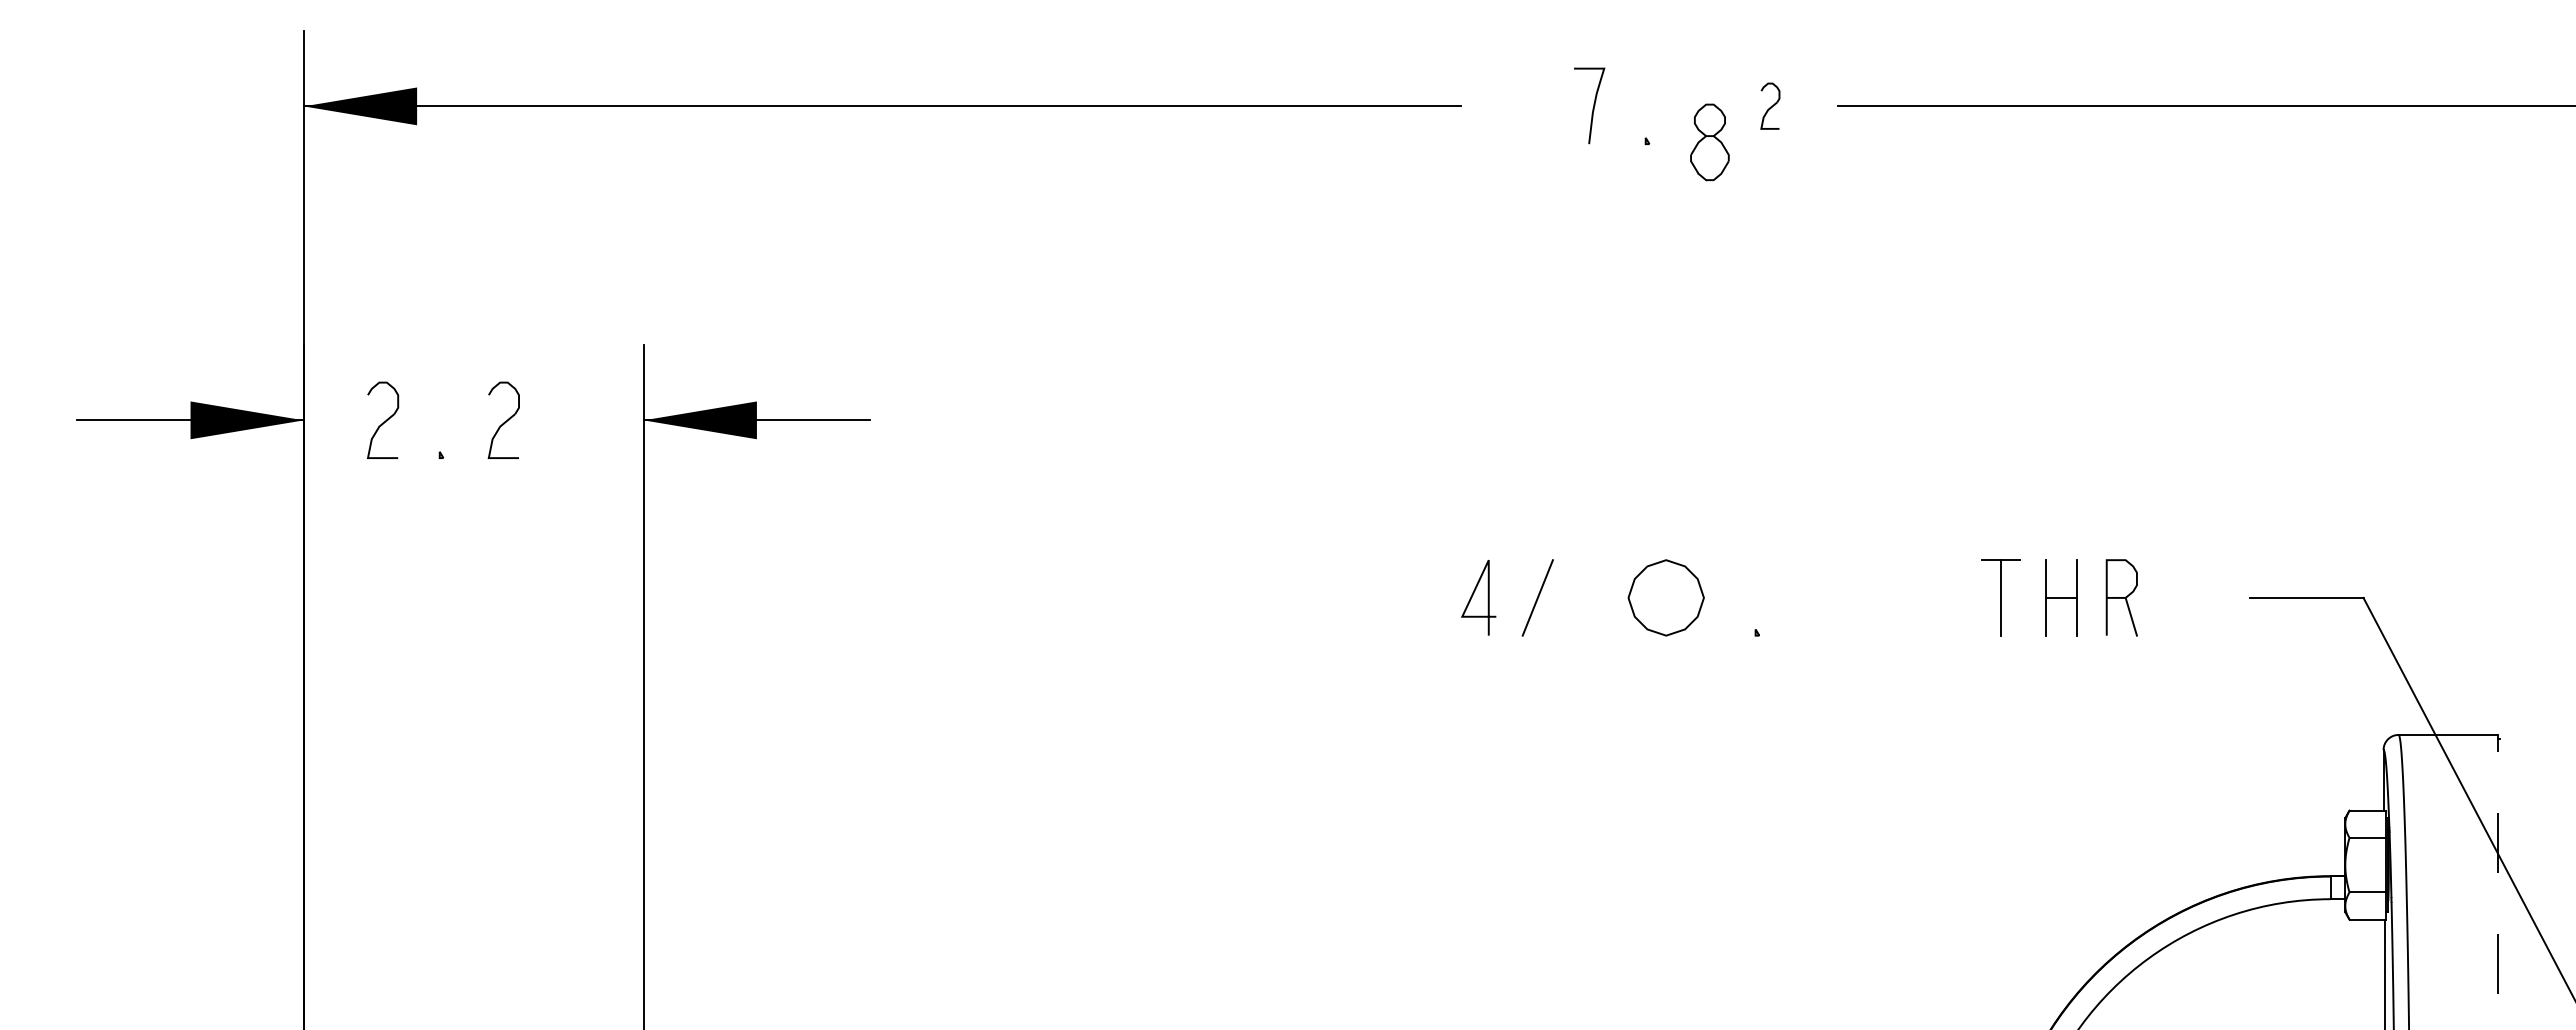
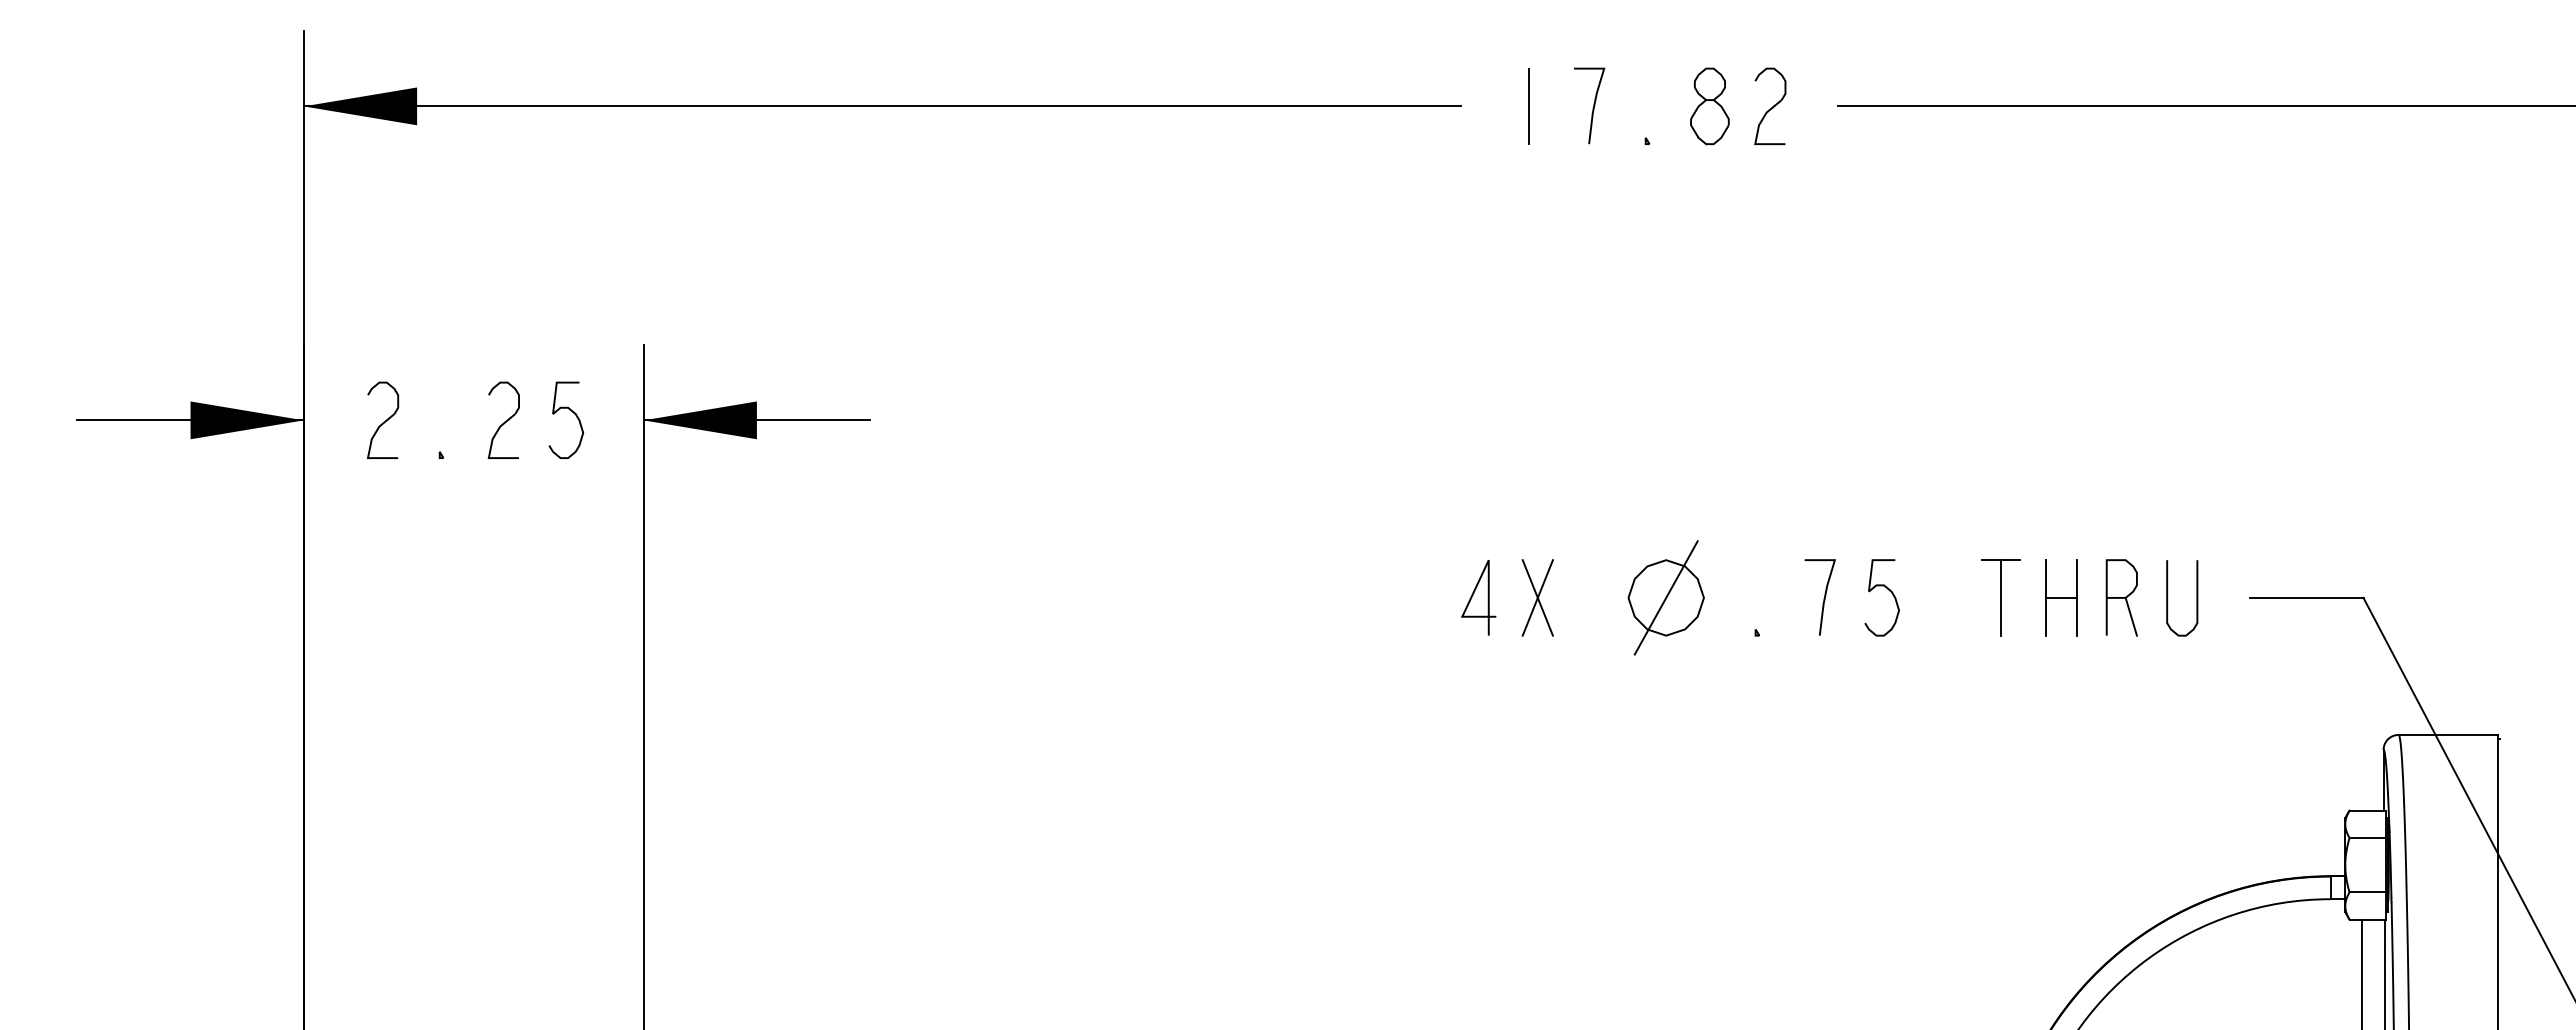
part at (1770, 105) size: 21x48 px -> 33x78 px
line at (1528, 106): none -> present
part at (1709, 142) position: (1709, 142) -> (1709, 106)
curve at (569, 410): none -> present
curve at (1888, 590): none -> present
line at (1537, 597): none -> present
line at (1665, 597): none -> present
curve at (1823, 598): none -> present
curve at (2168, 598): none -> present
line at (2497, 881): dashed -> solid
line at (2362, 972): none -> present
